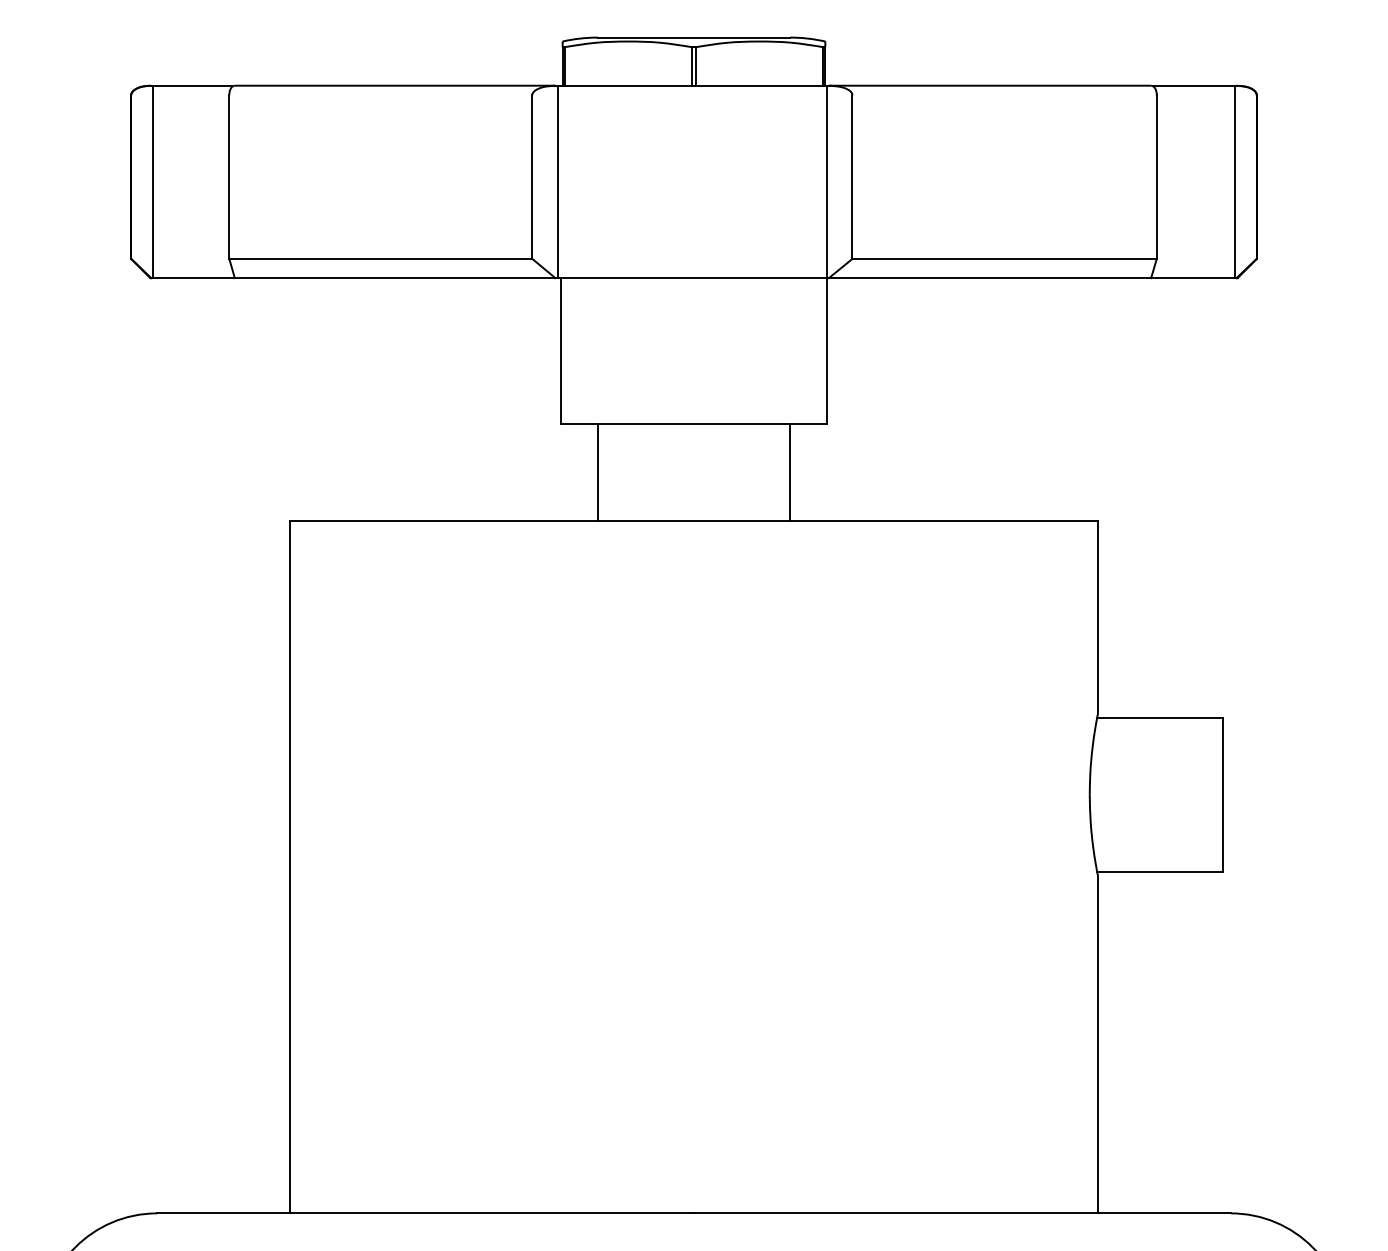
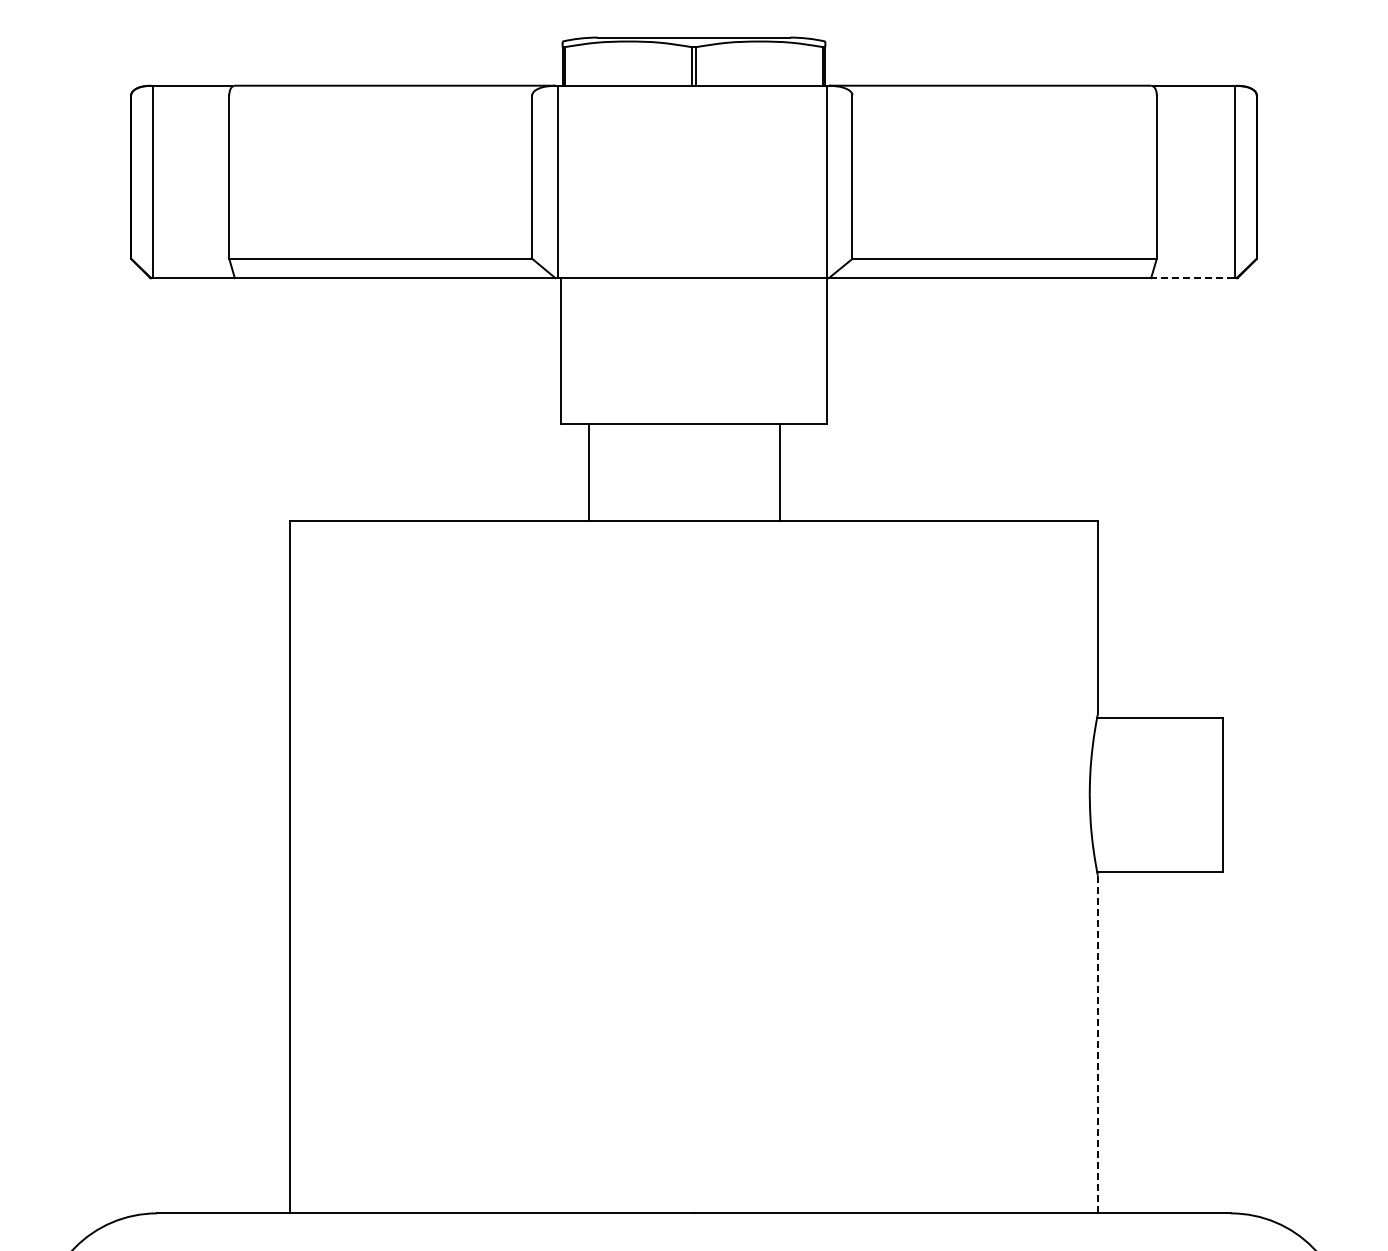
line at (1192, 278): solid -> dashed
line at (597, 472) position: (597, 472) -> (588, 472)
line at (790, 472) position: (790, 472) -> (780, 472)
line at (1098, 1044): solid -> dashed
